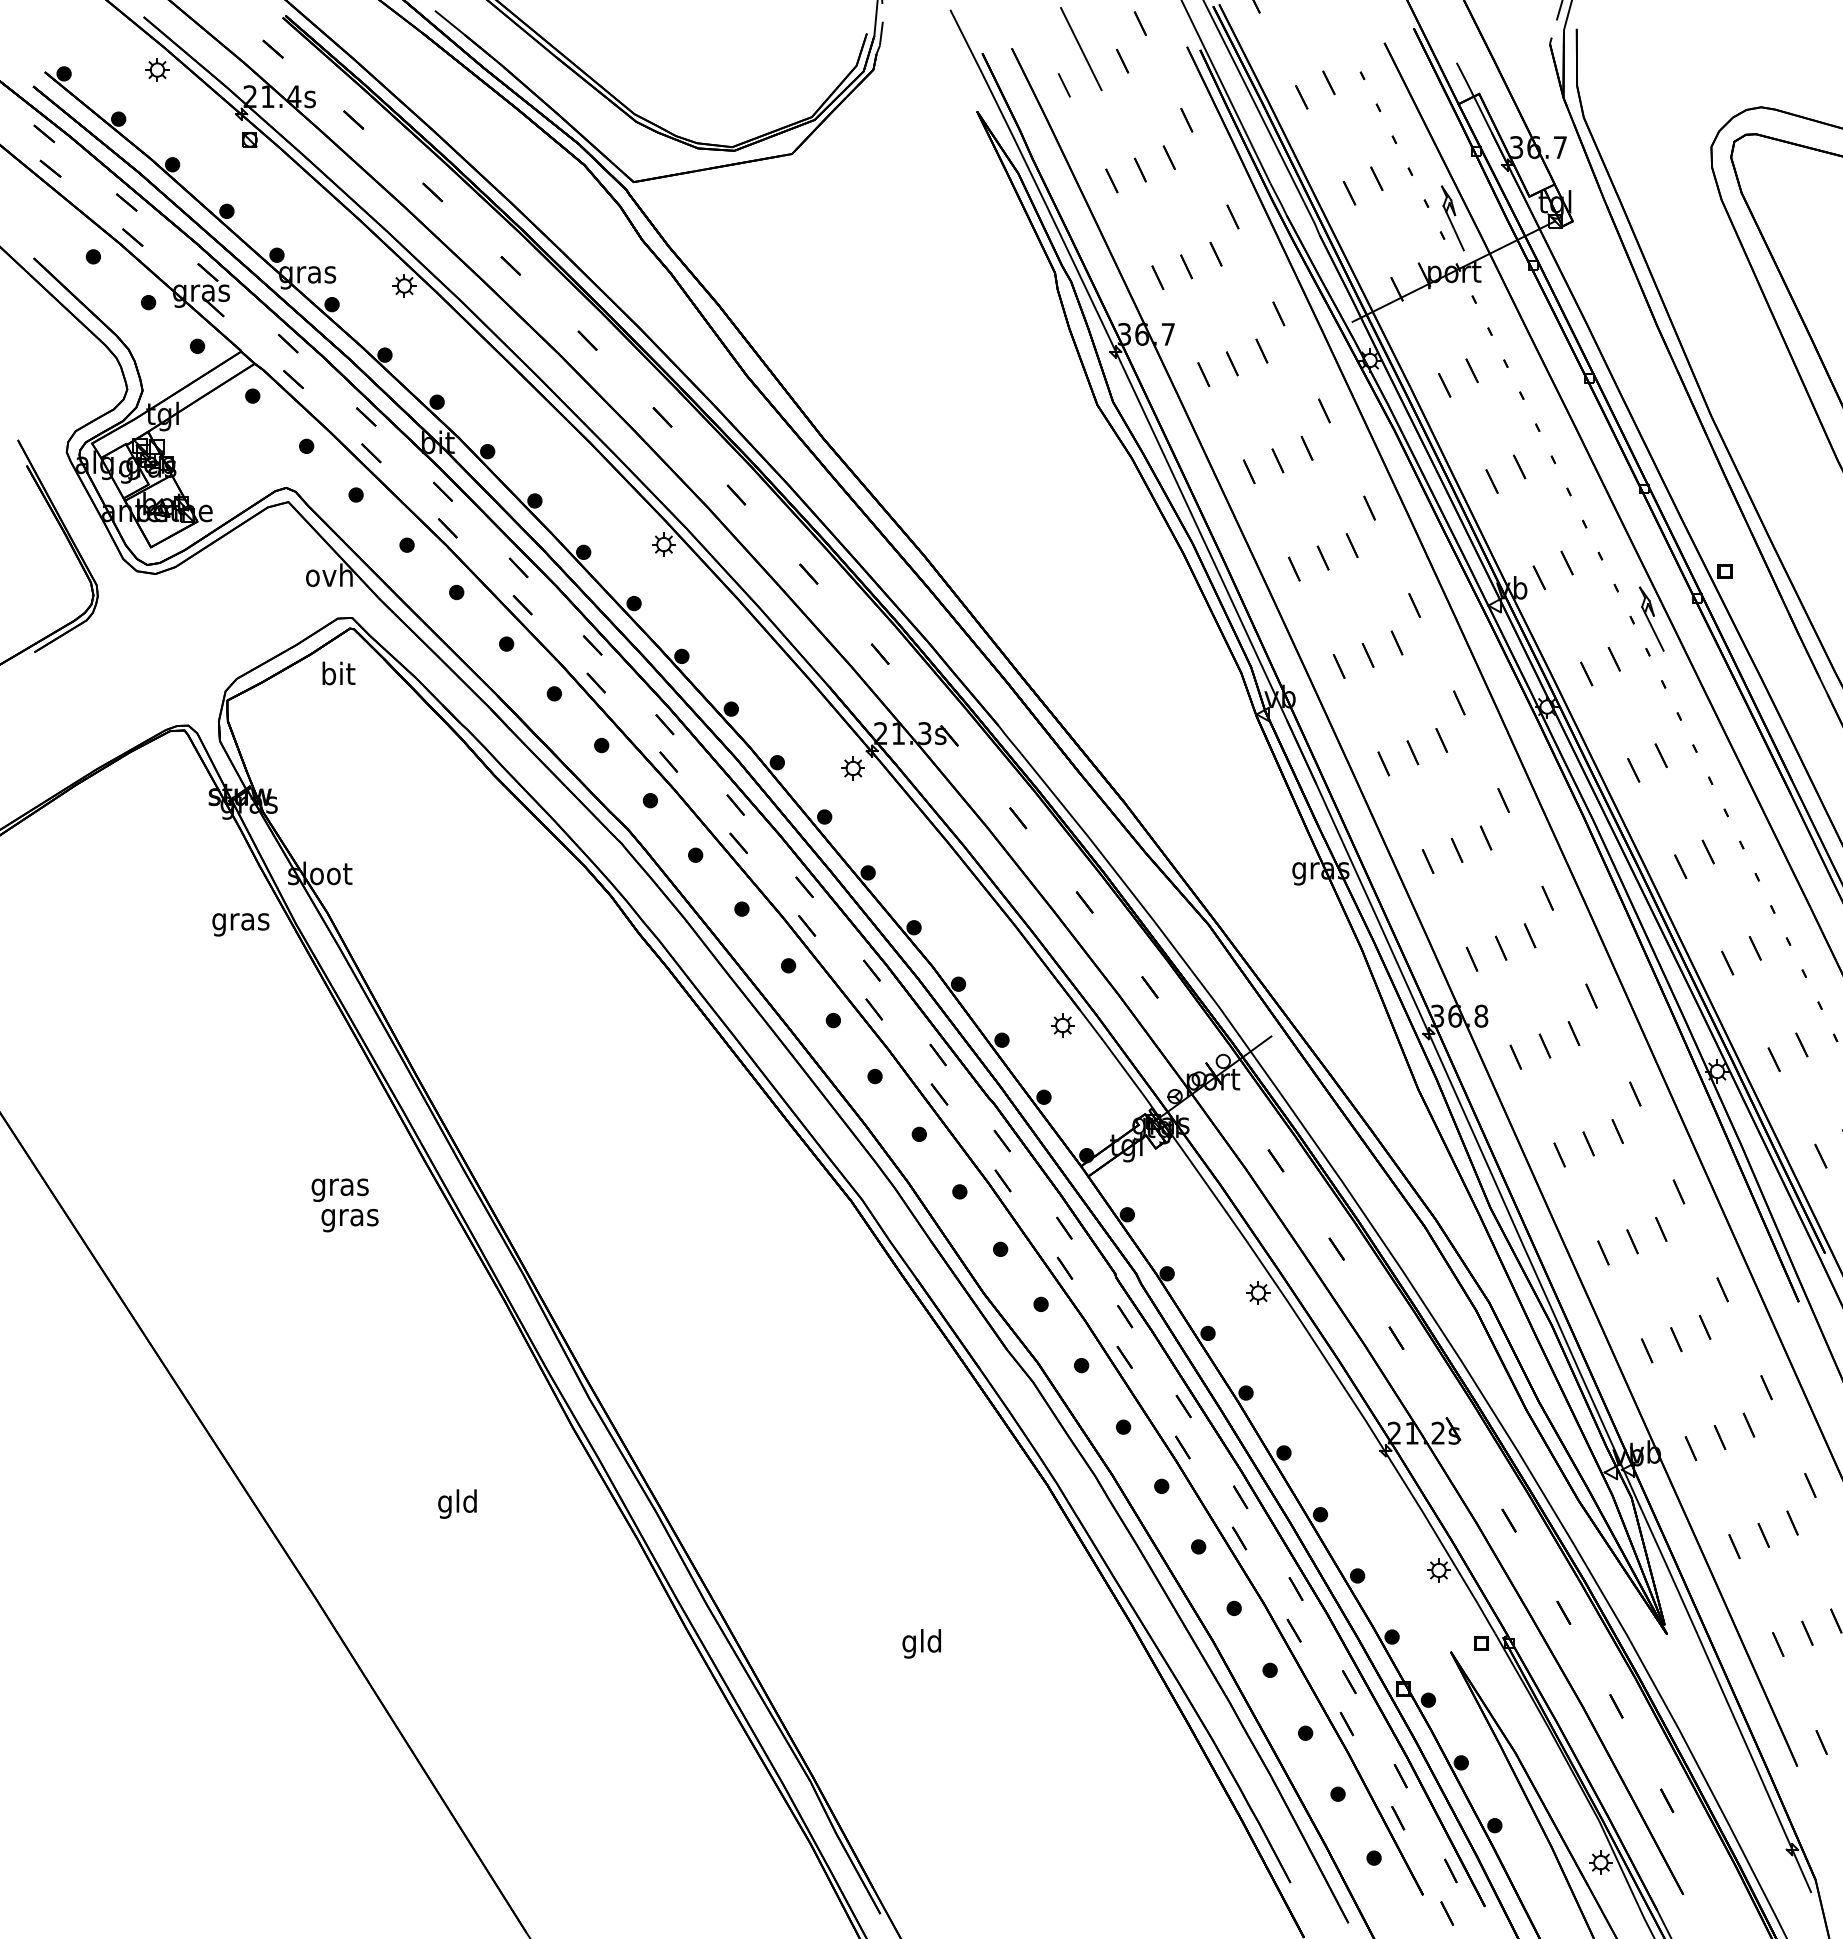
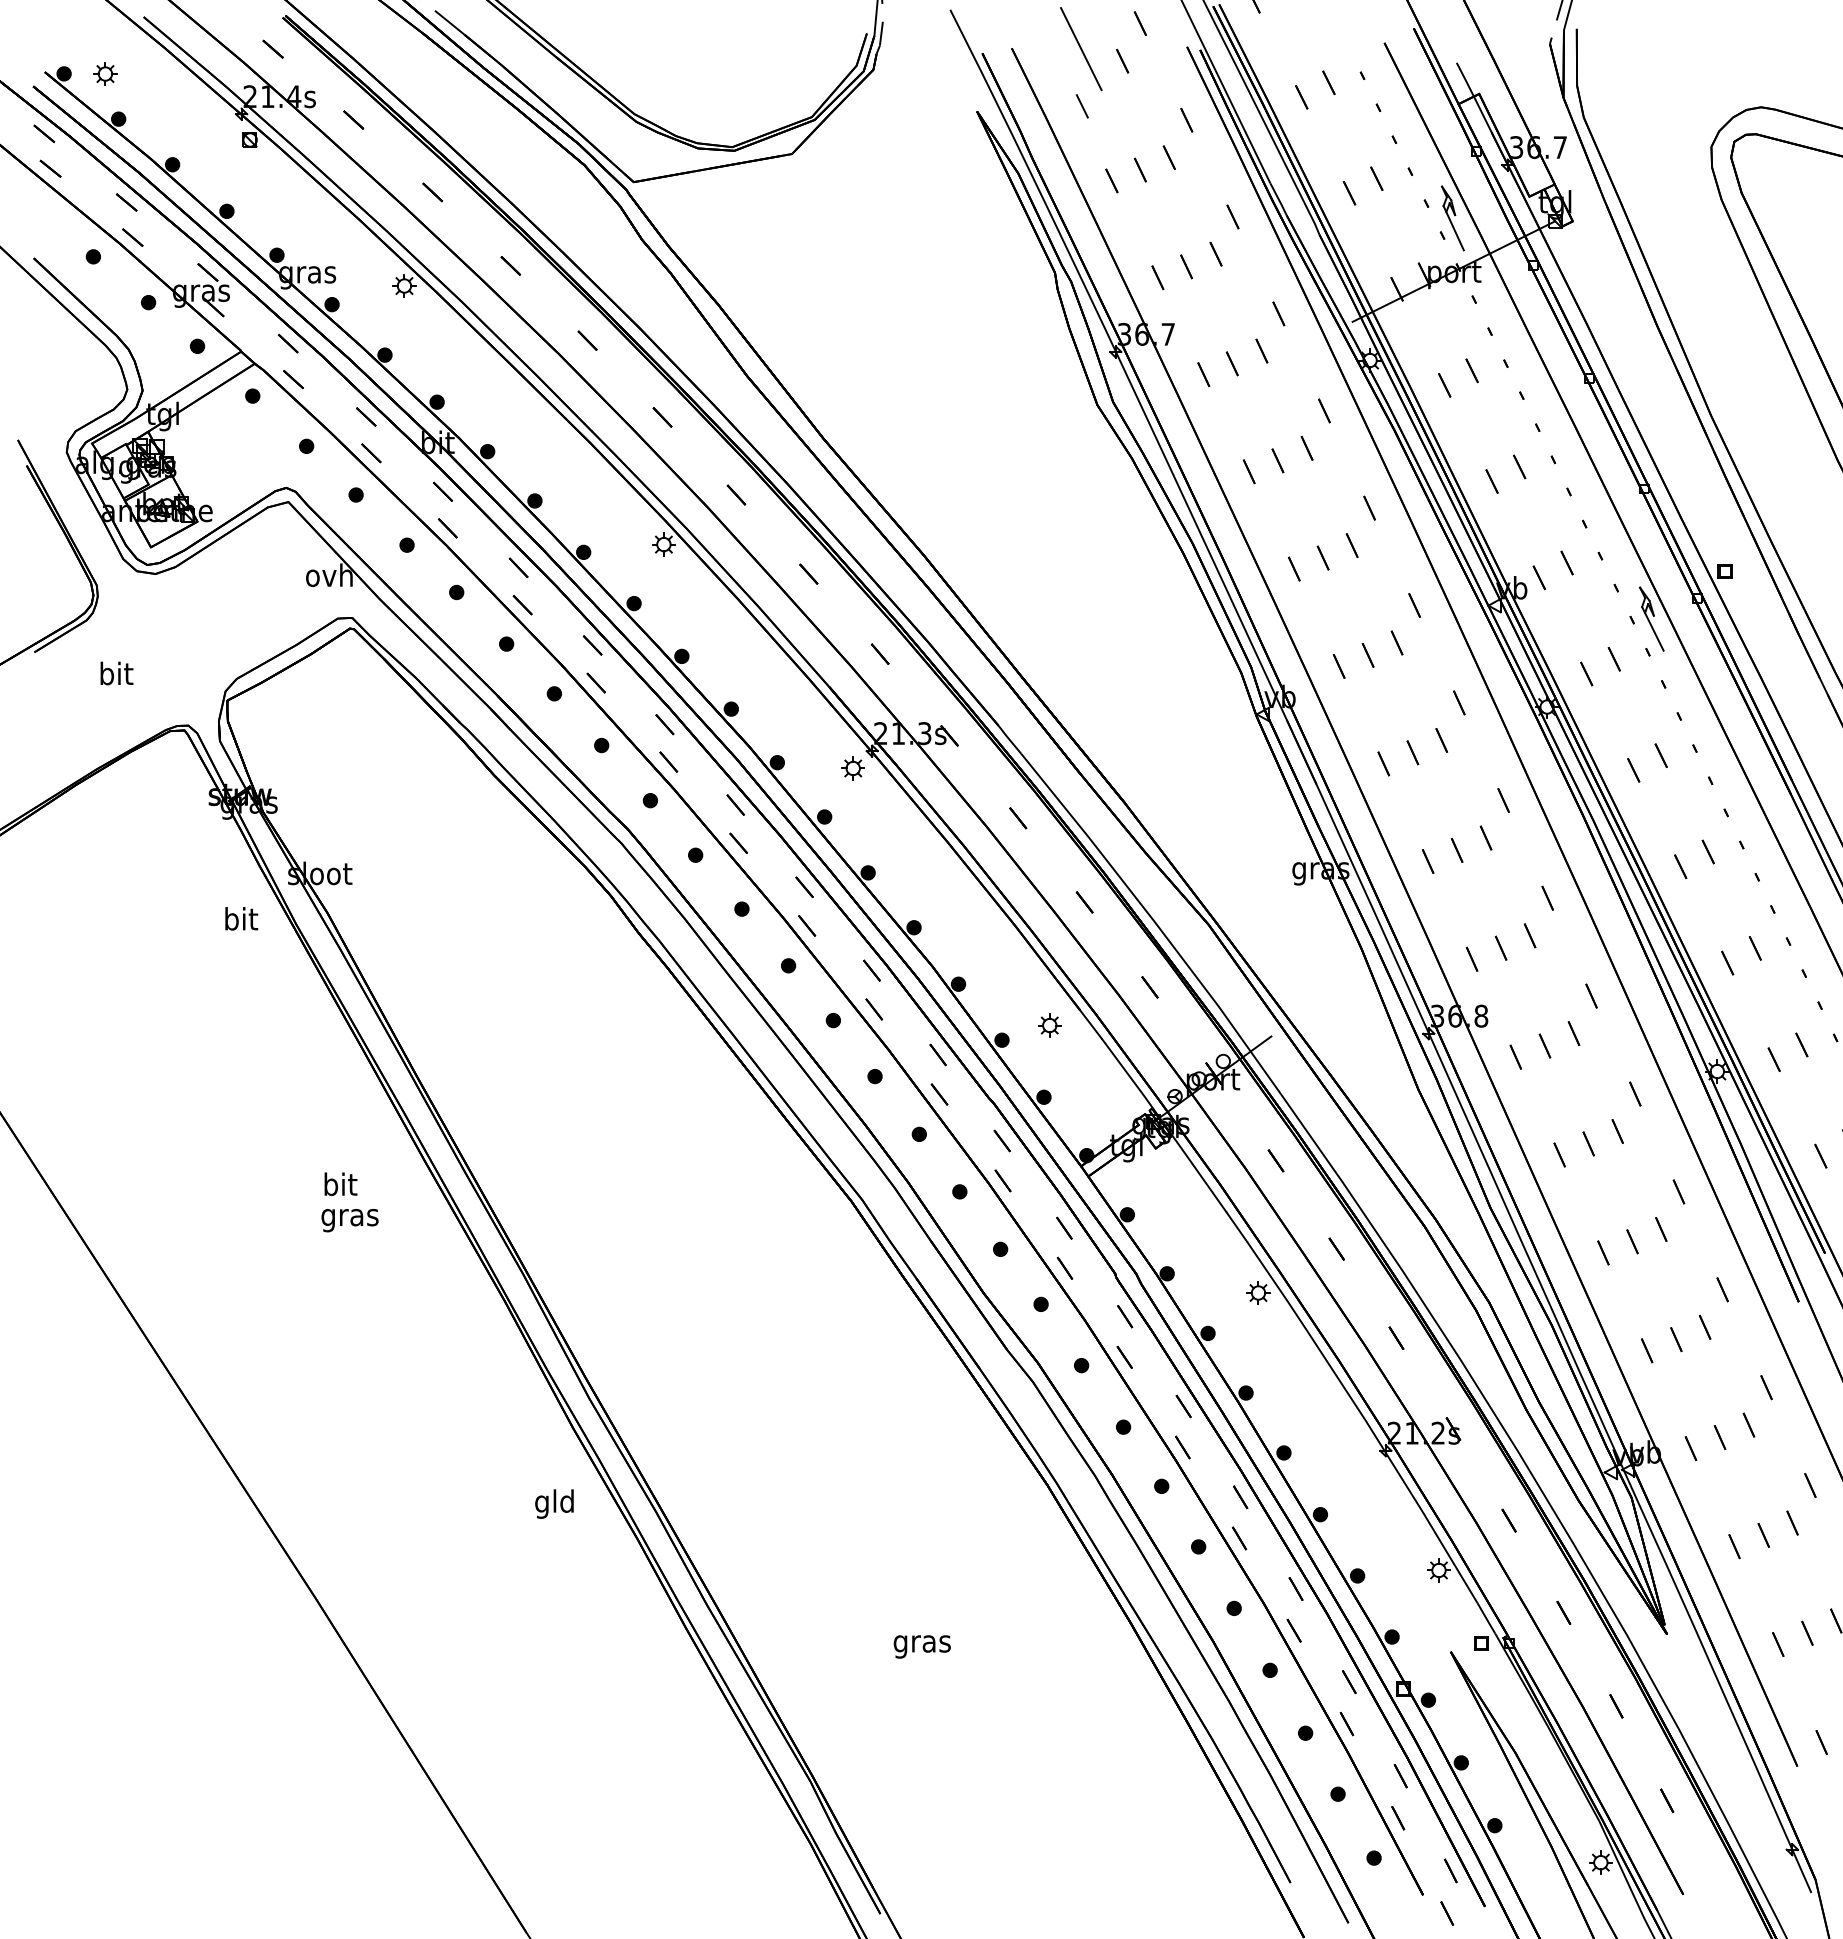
part at (157, 69) position: (157, 69) -> (105, 73)
line at (1063, 85) position: (1063, 85) -> (1081, 106)
text at (338, 673) position: (338, 673) -> (116, 673)
text at (240, 921): gras -> bit
part at (1062, 1025) position: (1062, 1025) -> (1049, 1025)
text at (339, 1186): gras -> bit
text at (457, 1503) position: (457, 1503) -> (554, 1503)
text at (921, 1643): gld -> gras
